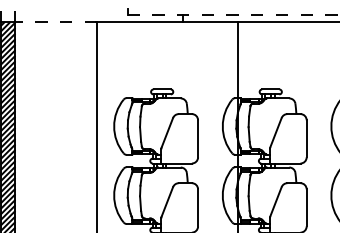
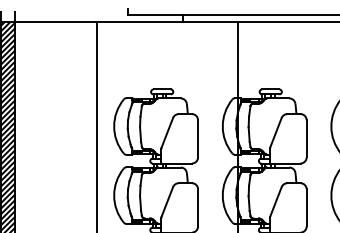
line at (233, 15): dashed -> solid
line at (56, 21): dashed -> solid
